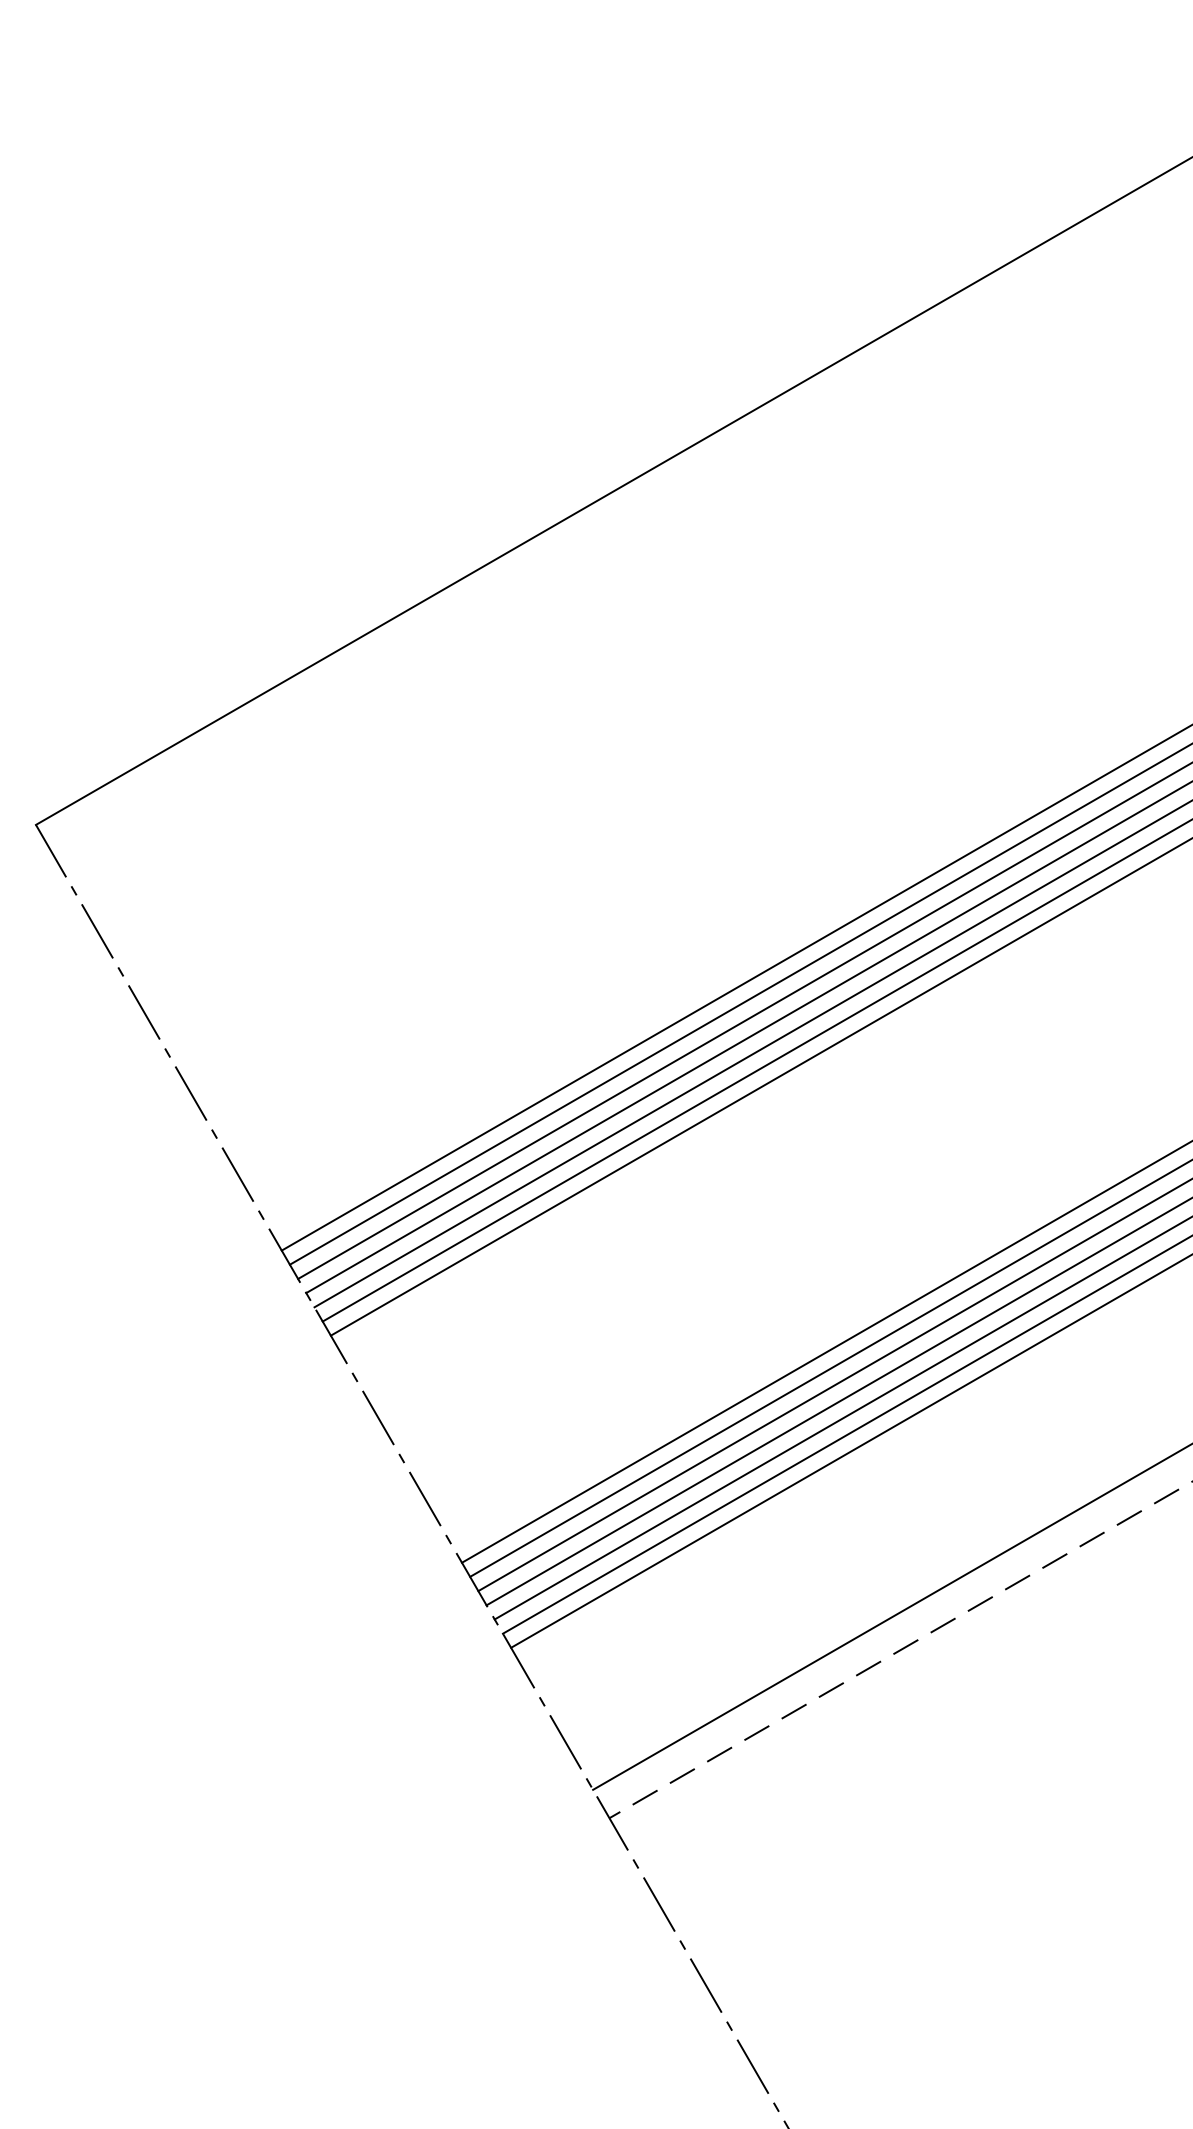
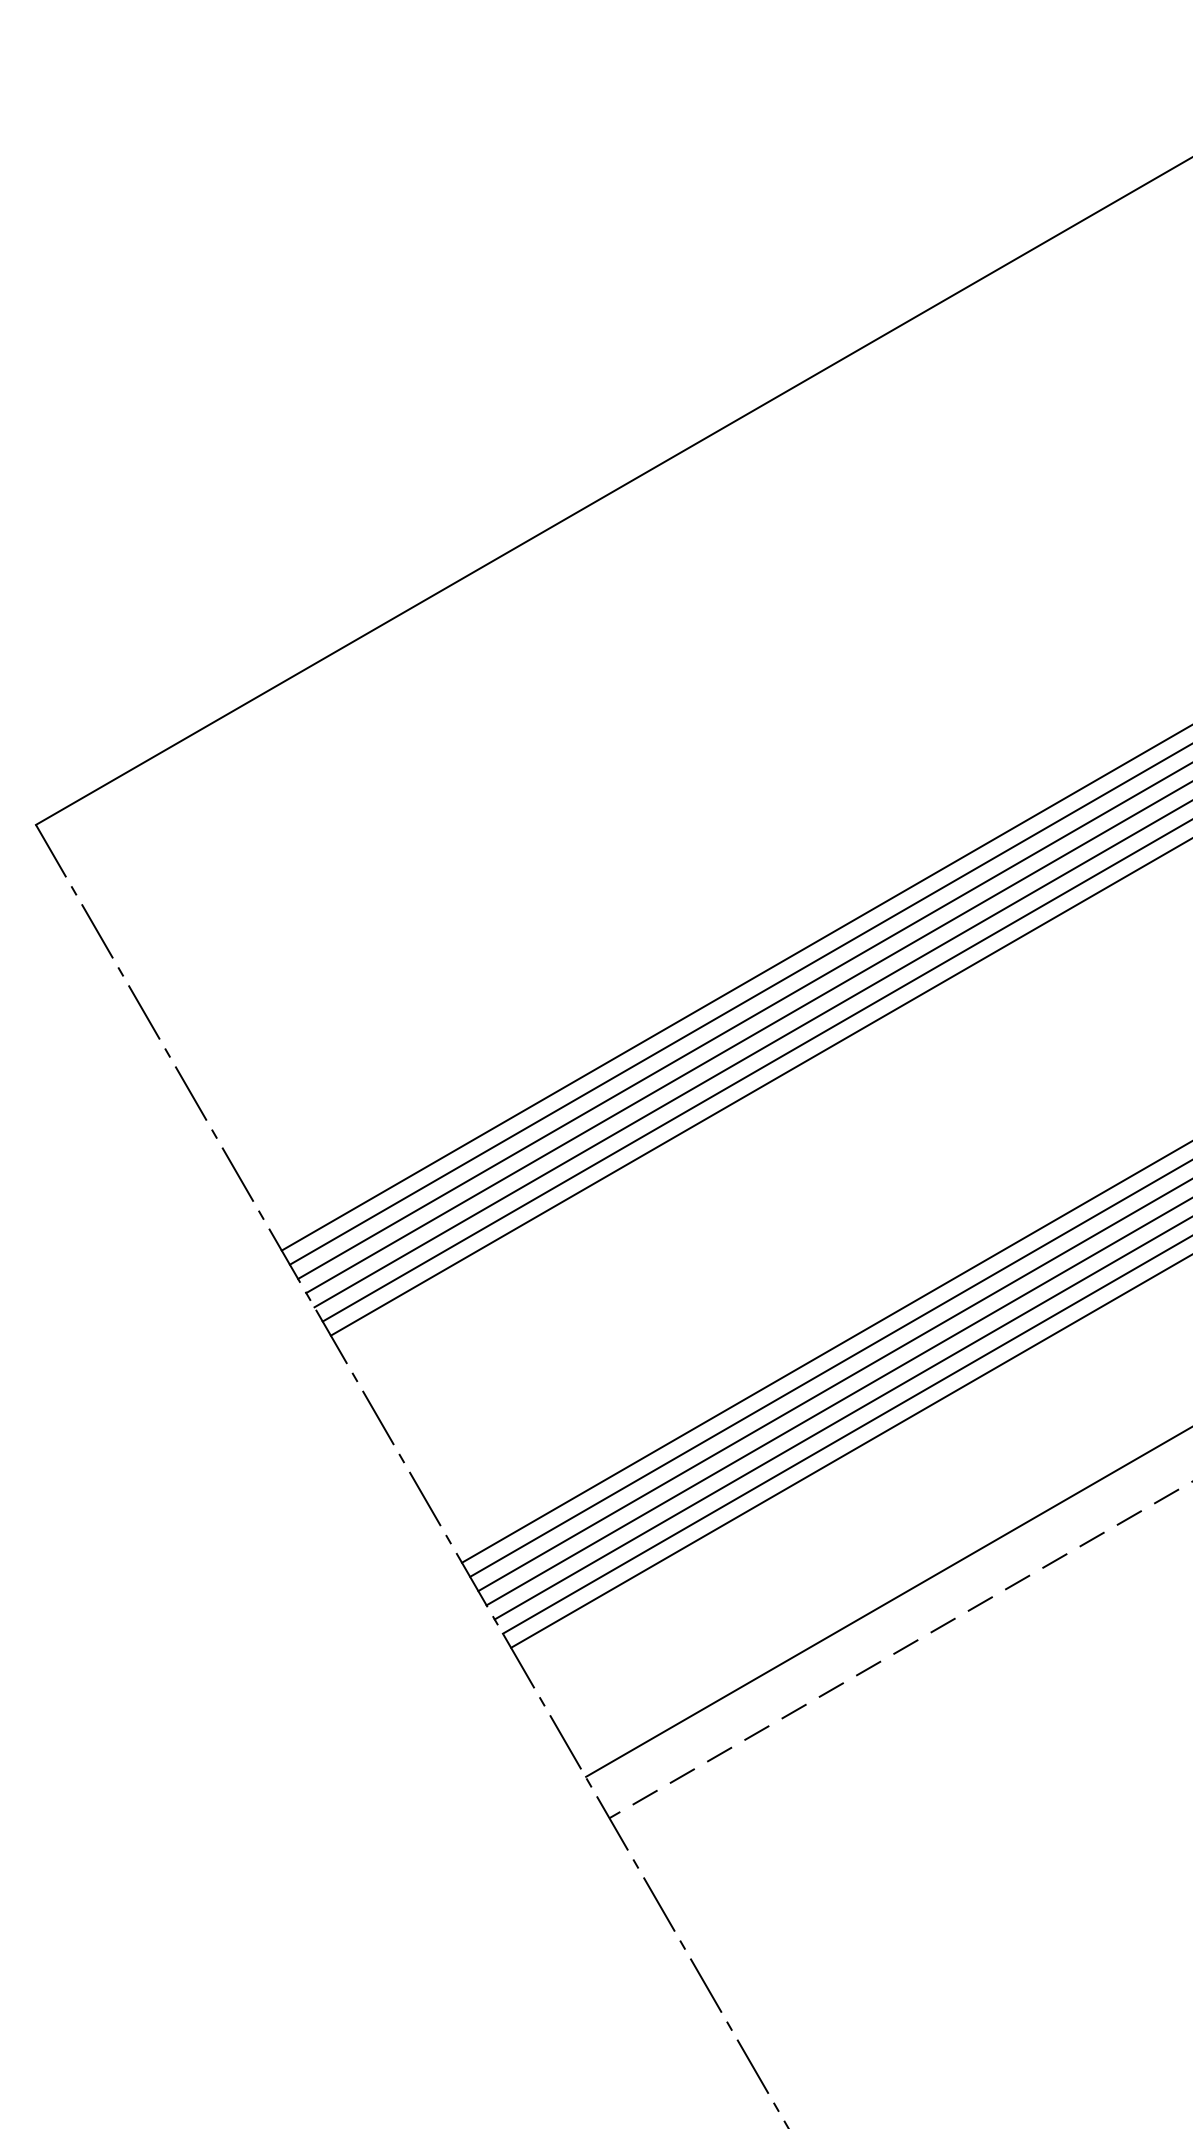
line at (891, 1617) position: (891, 1617) -> (887, 1602)
